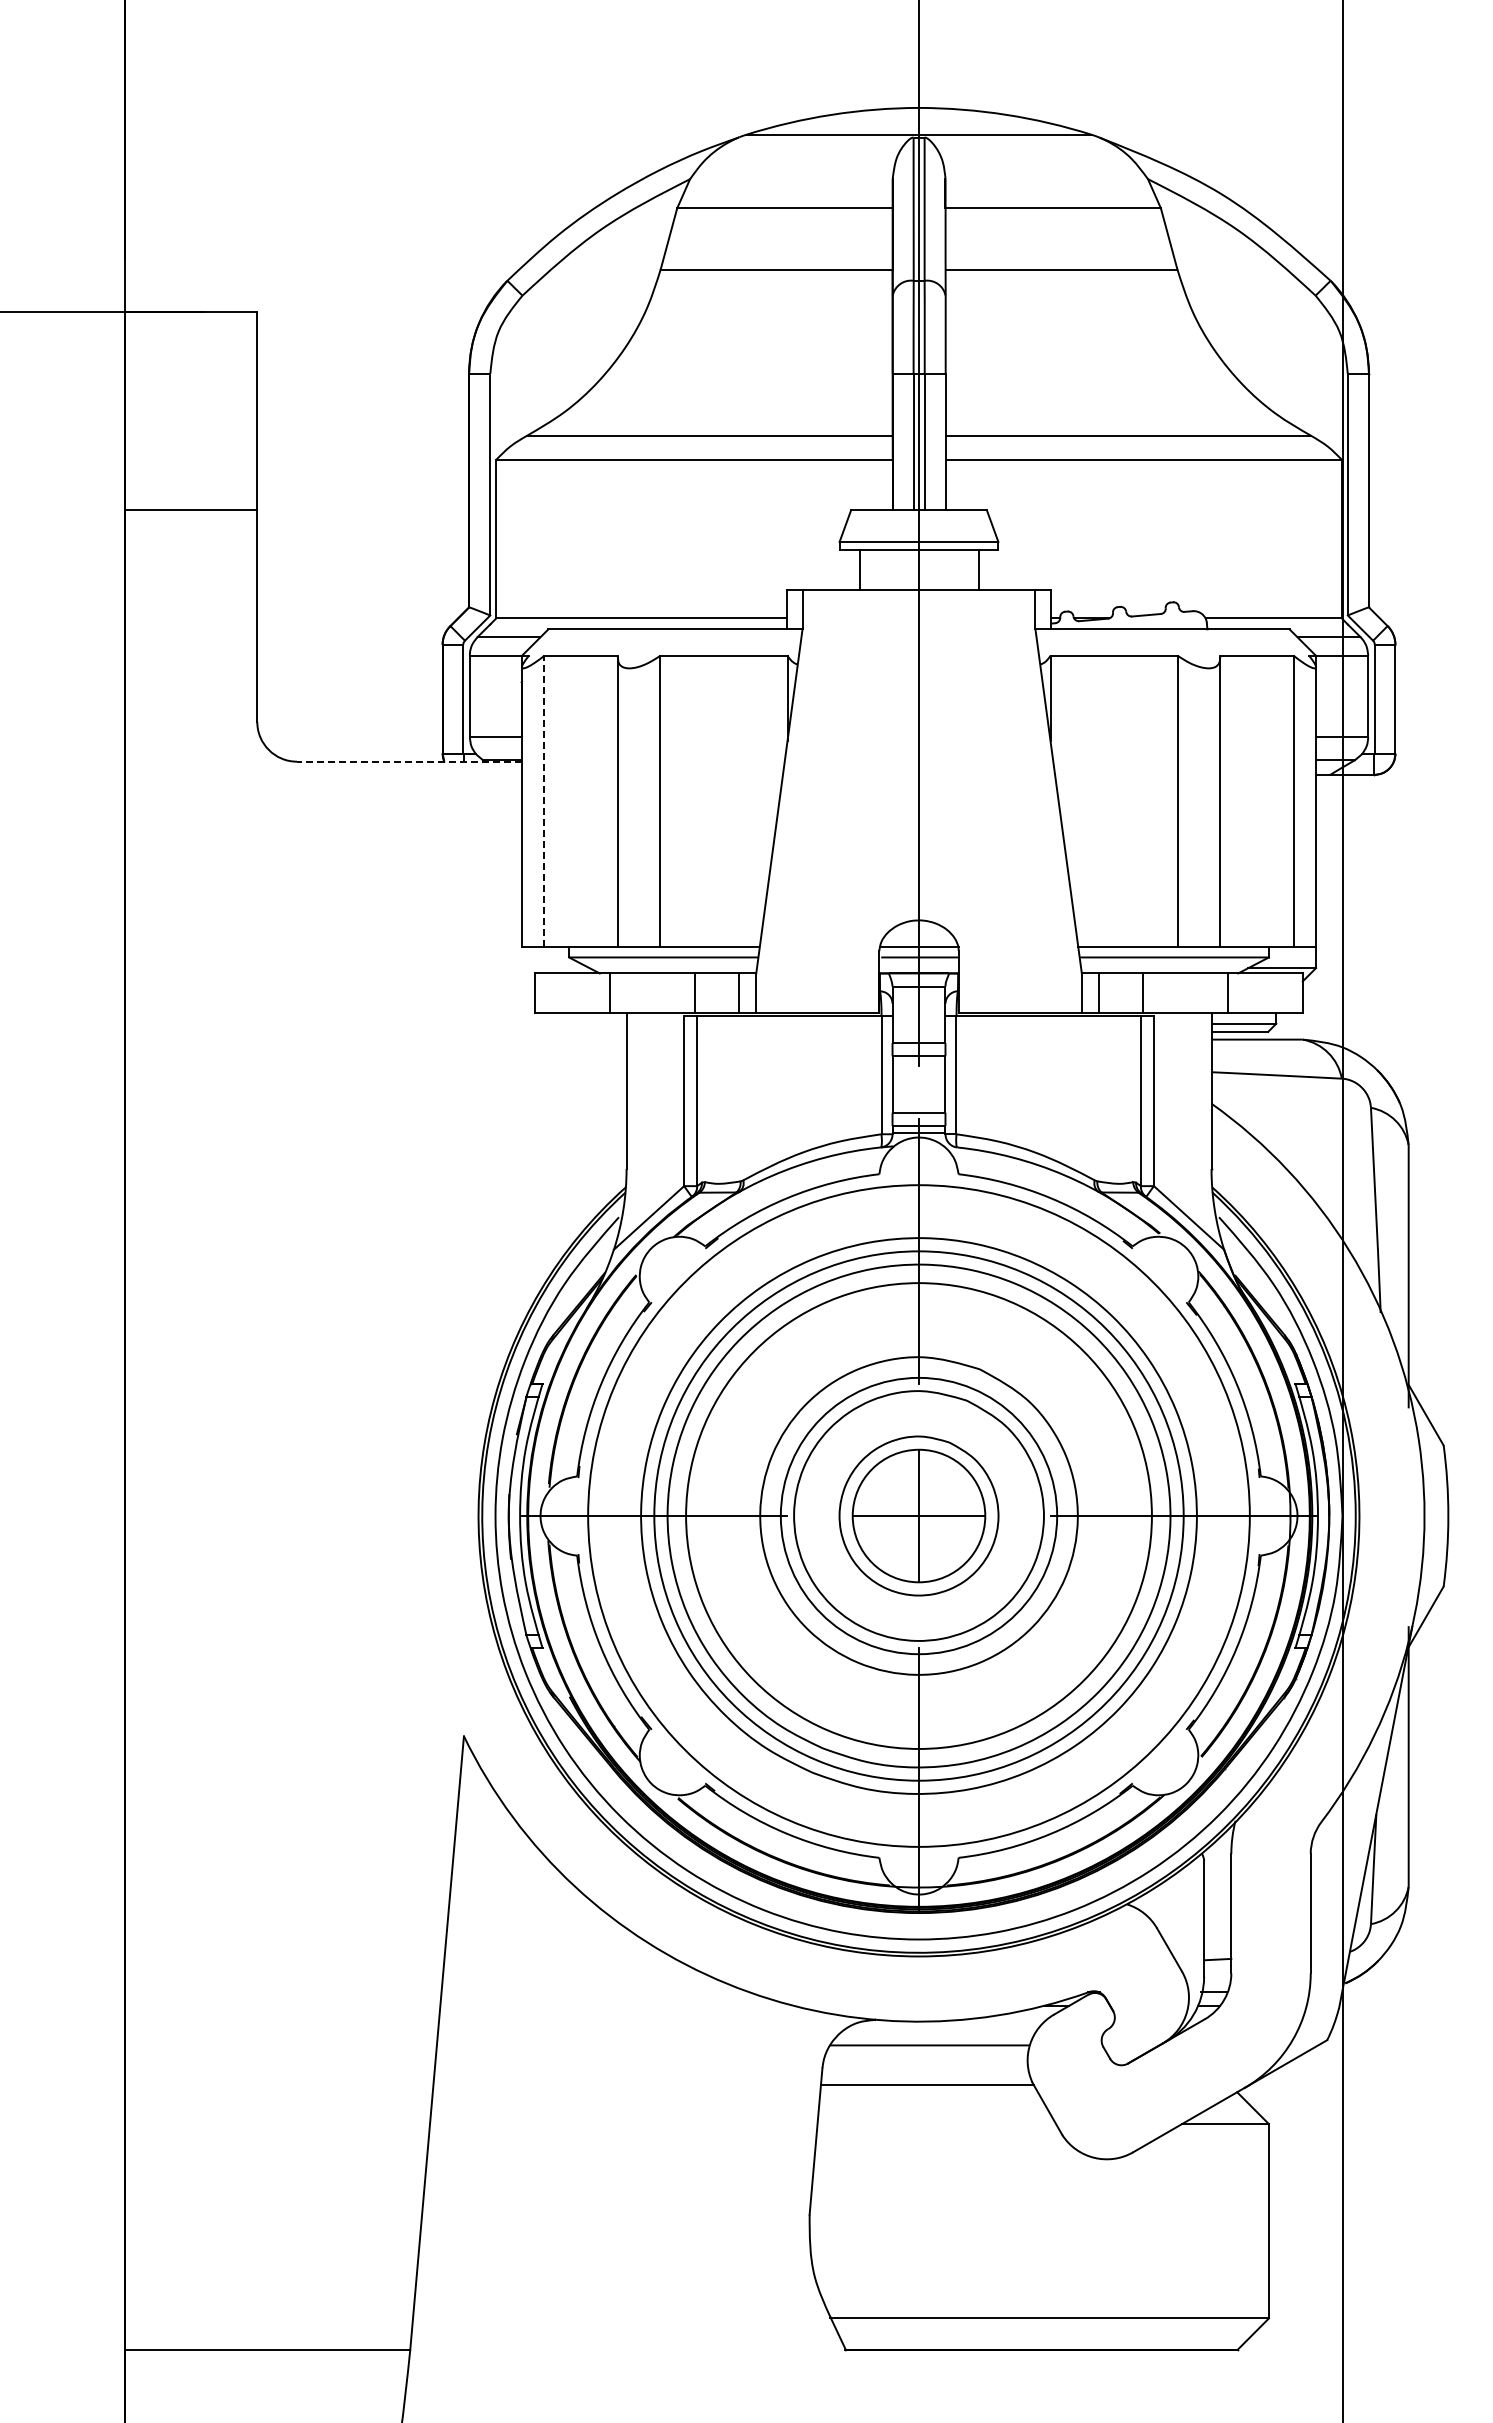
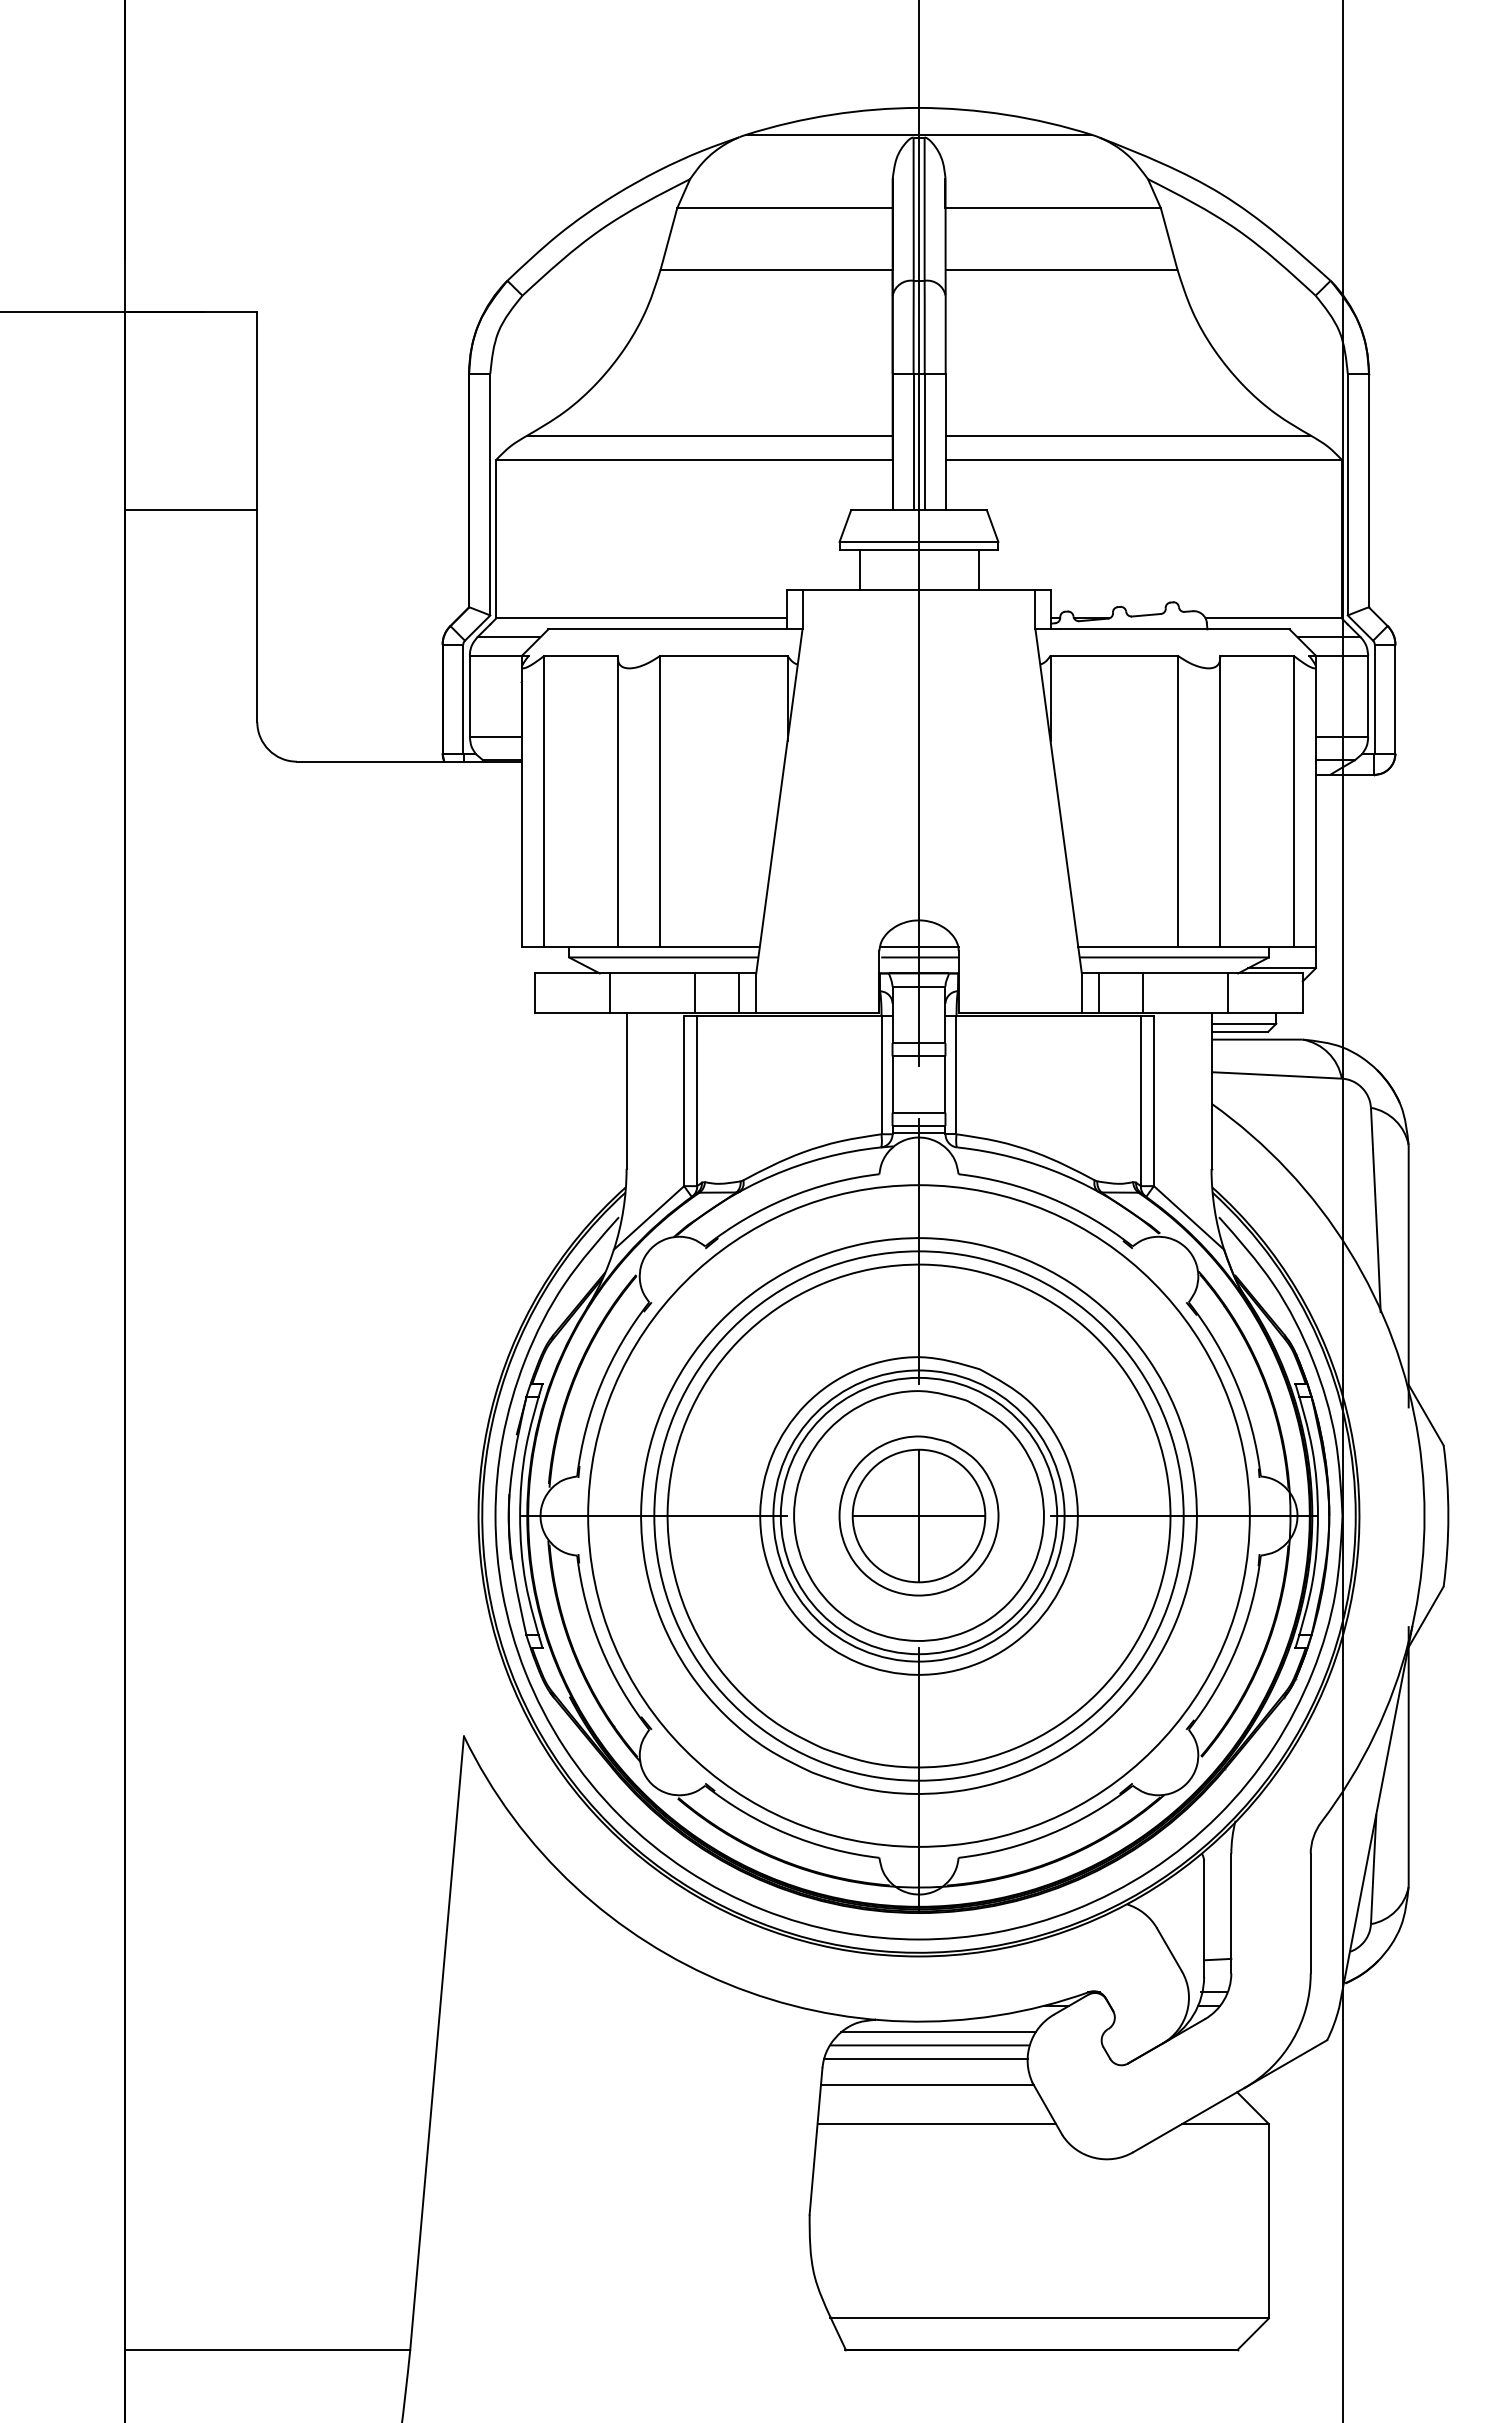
line at (408, 761): dashed -> solid
line at (544, 801): dashed -> solid
circle at (918, 1515) diameter: 466 px -> 291 px
line at (937, 2032): none -> present
line at (925, 2058): none -> present
line at (936, 2124): none -> present
